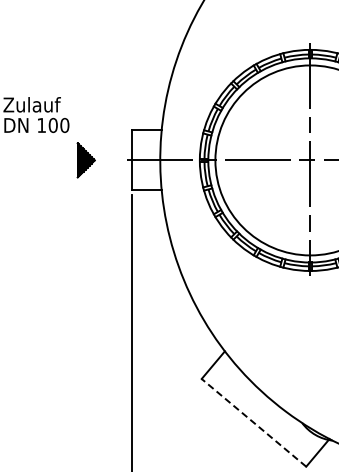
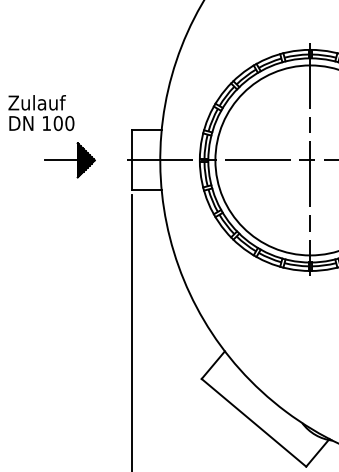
text at (36, 114) position: (36, 114) -> (41, 112)
line at (60, 160): none -> present
line at (253, 422): dashed -> solid
